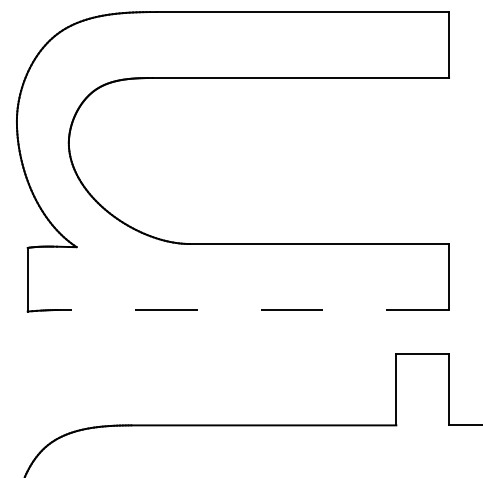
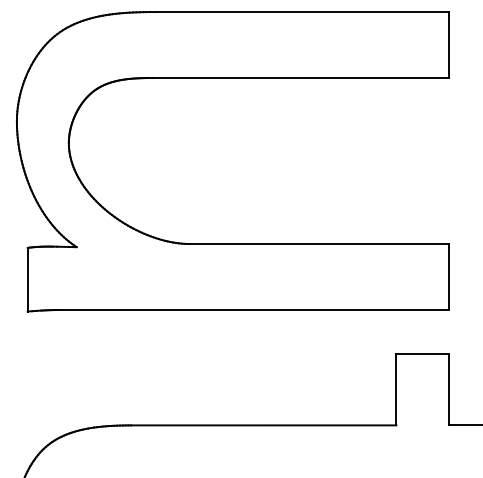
line at (254, 309): dashed -> solid
